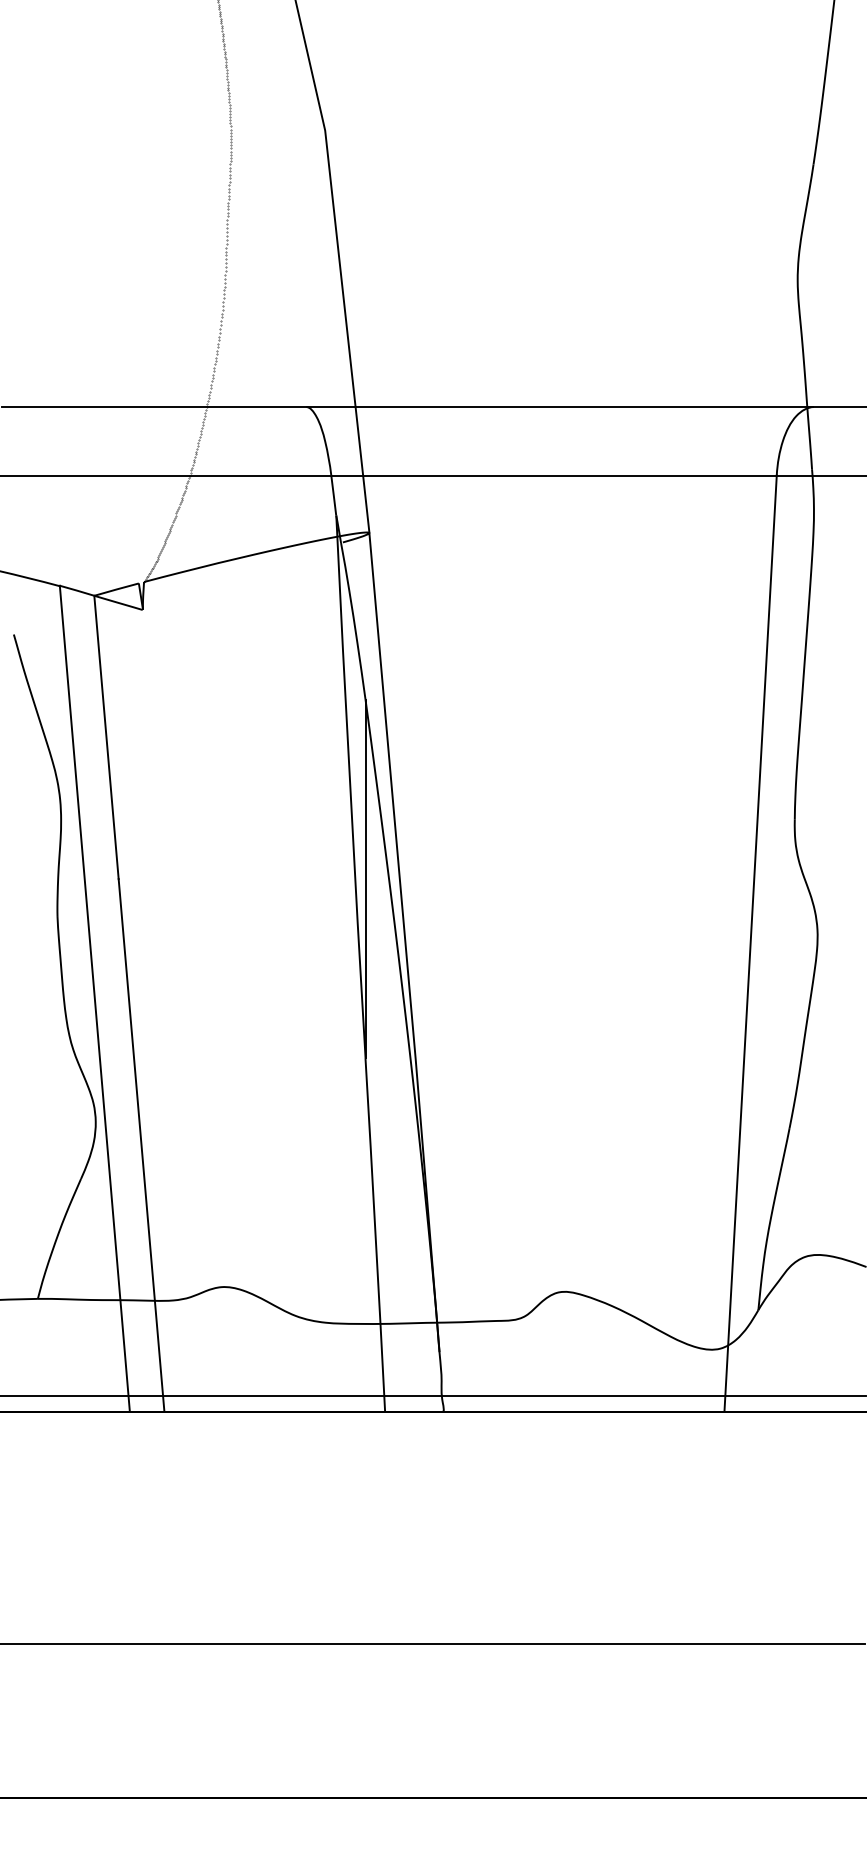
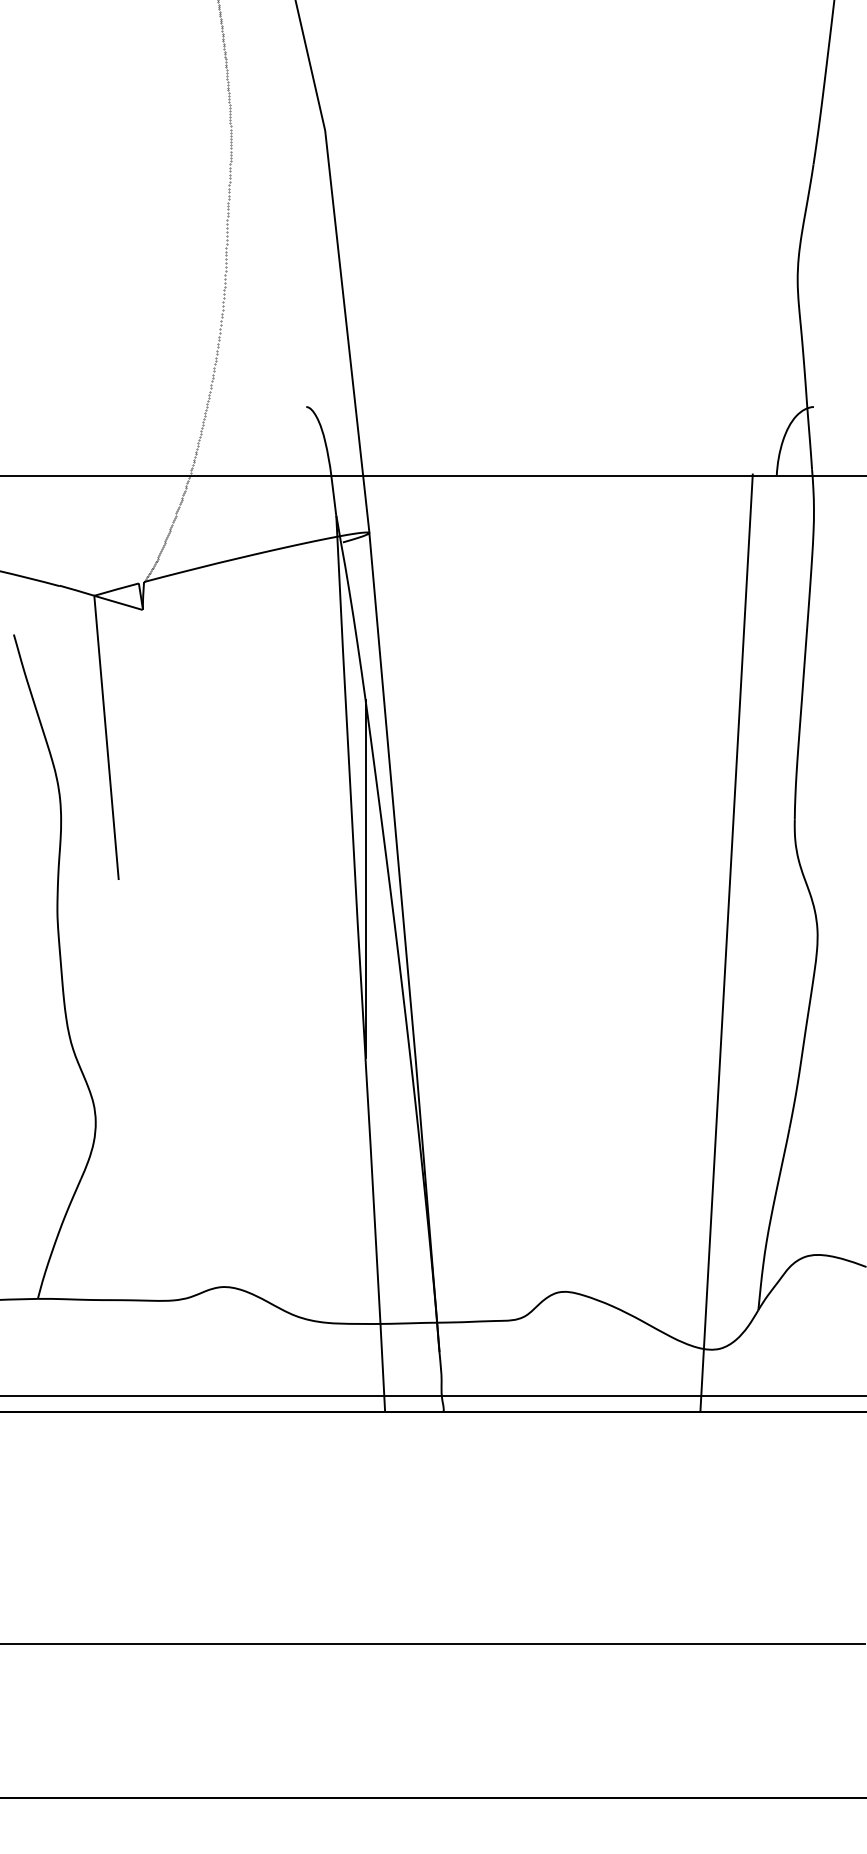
line at (432, 407): present -> none
line at (750, 943) position: (750, 943) -> (726, 942)
line at (94, 998): present -> none
line at (141, 1145): present -> none
